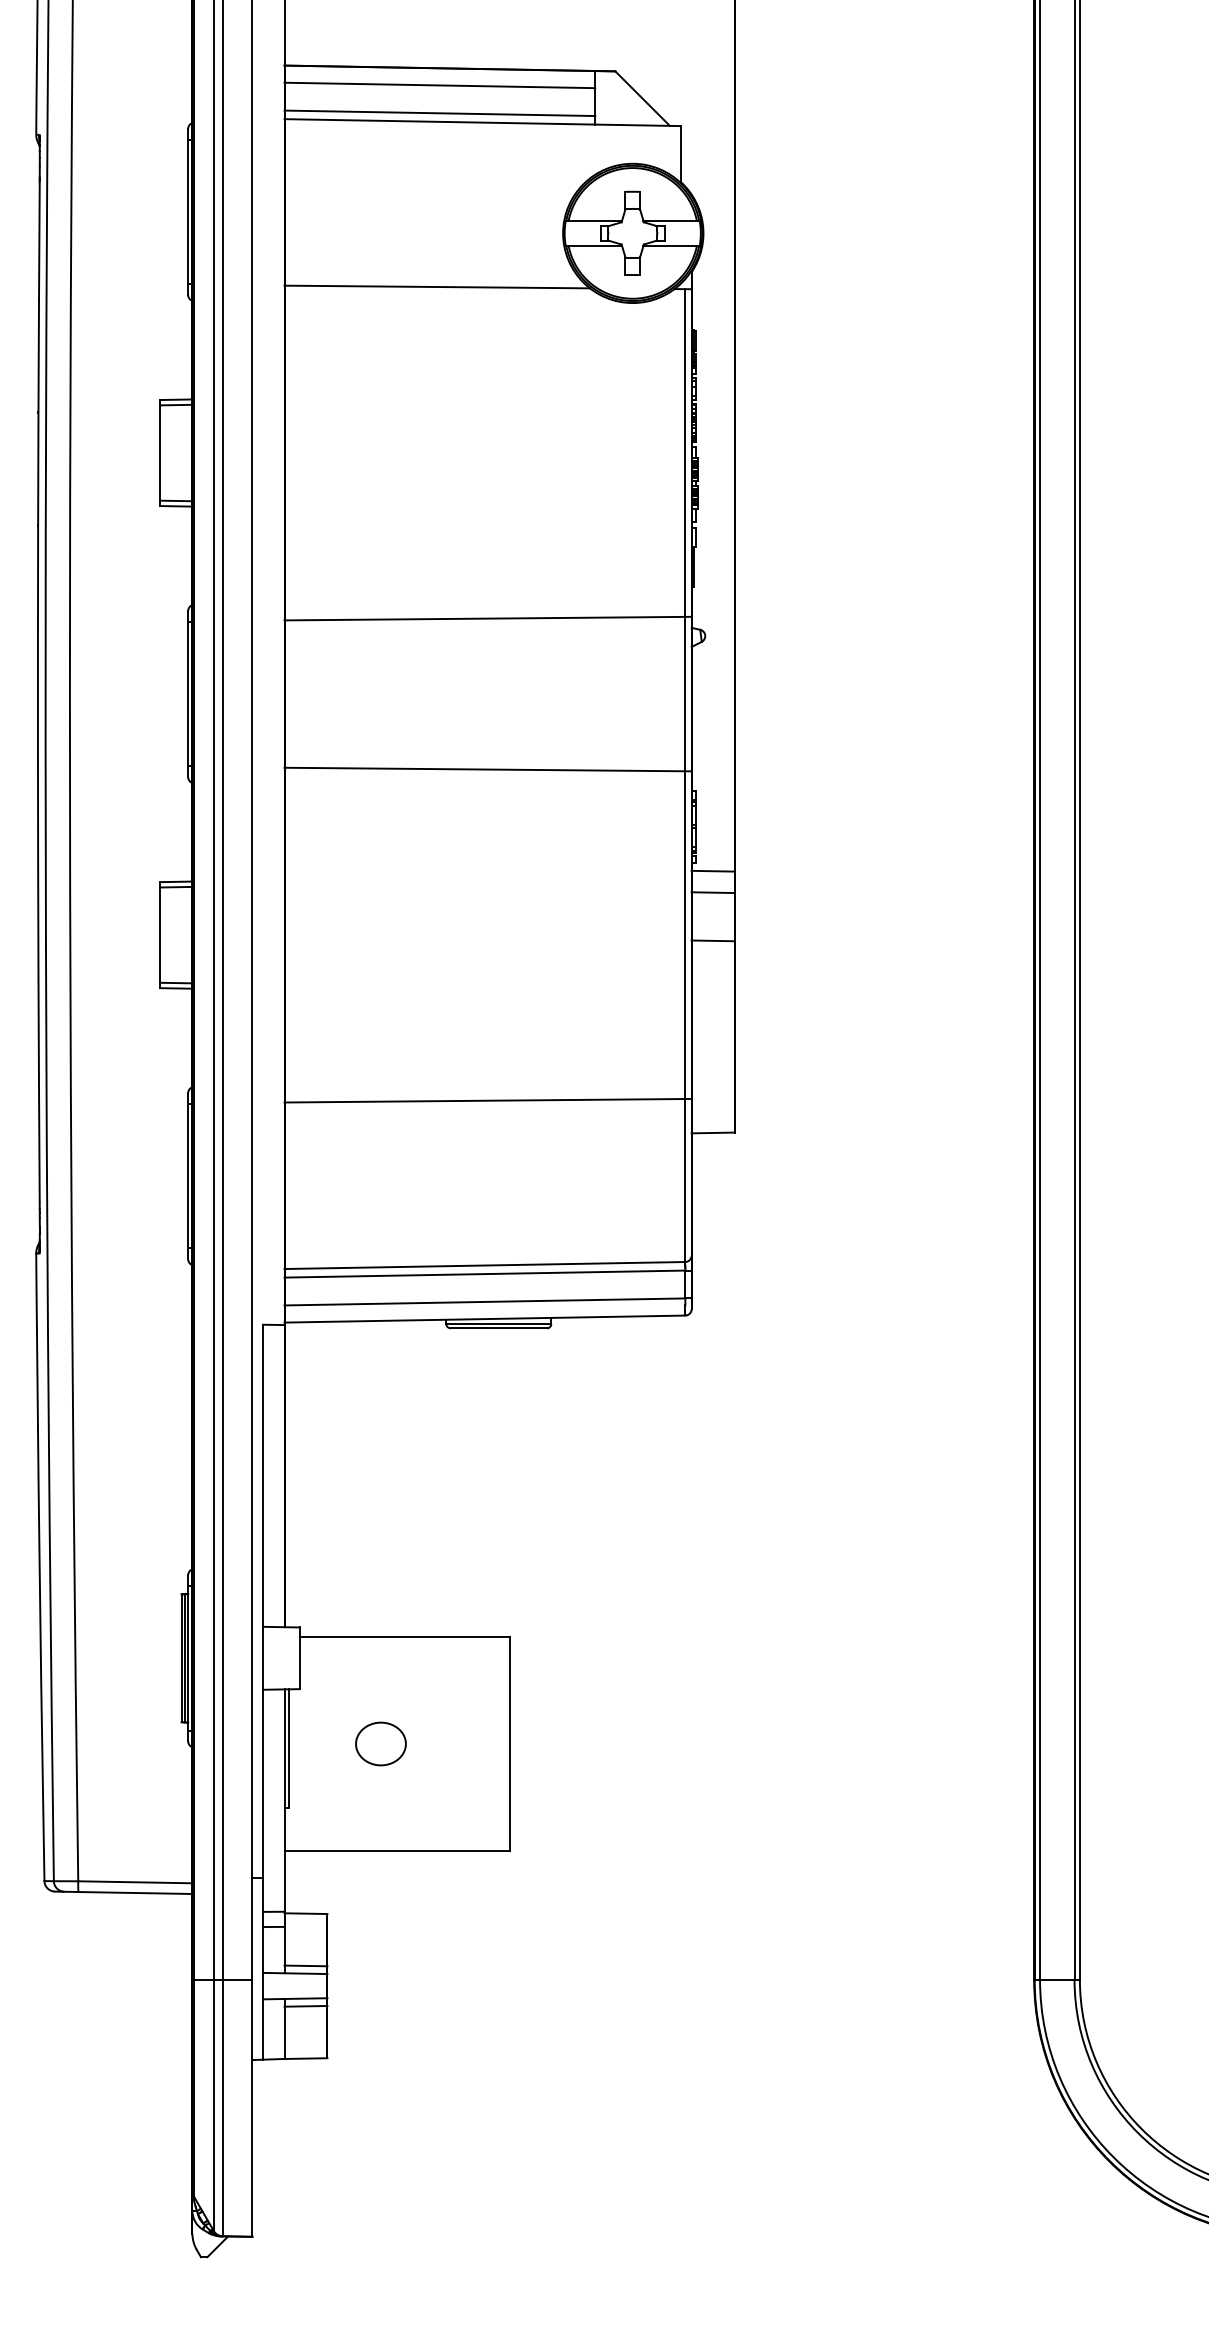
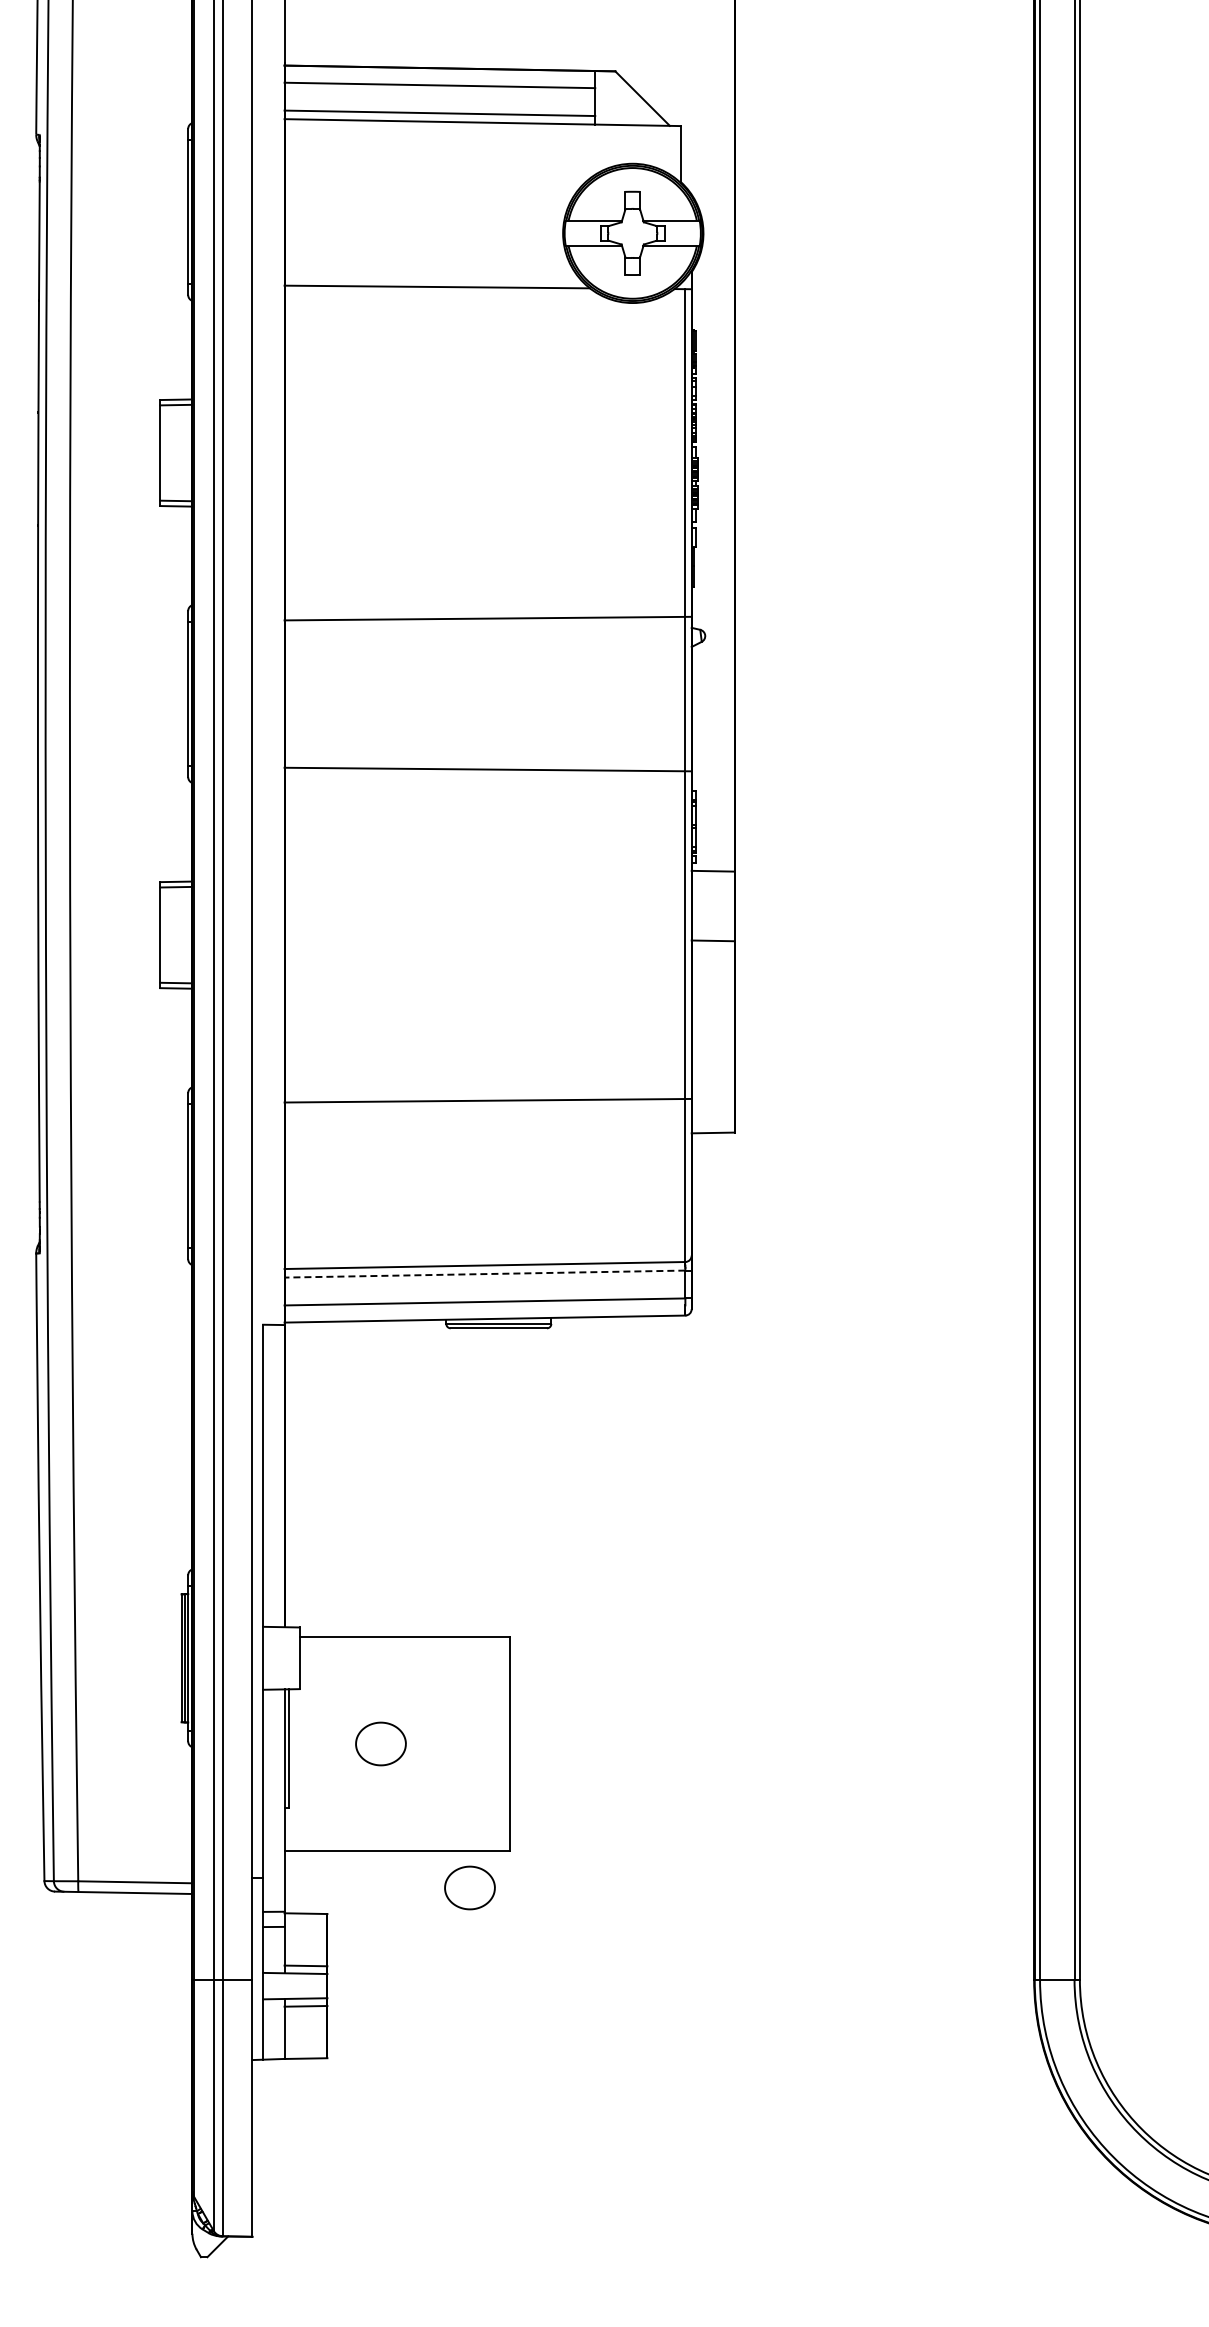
line at (712, 892): present -> none
line at (484, 1274): solid -> dashed
part at (469, 1887): none -> present
